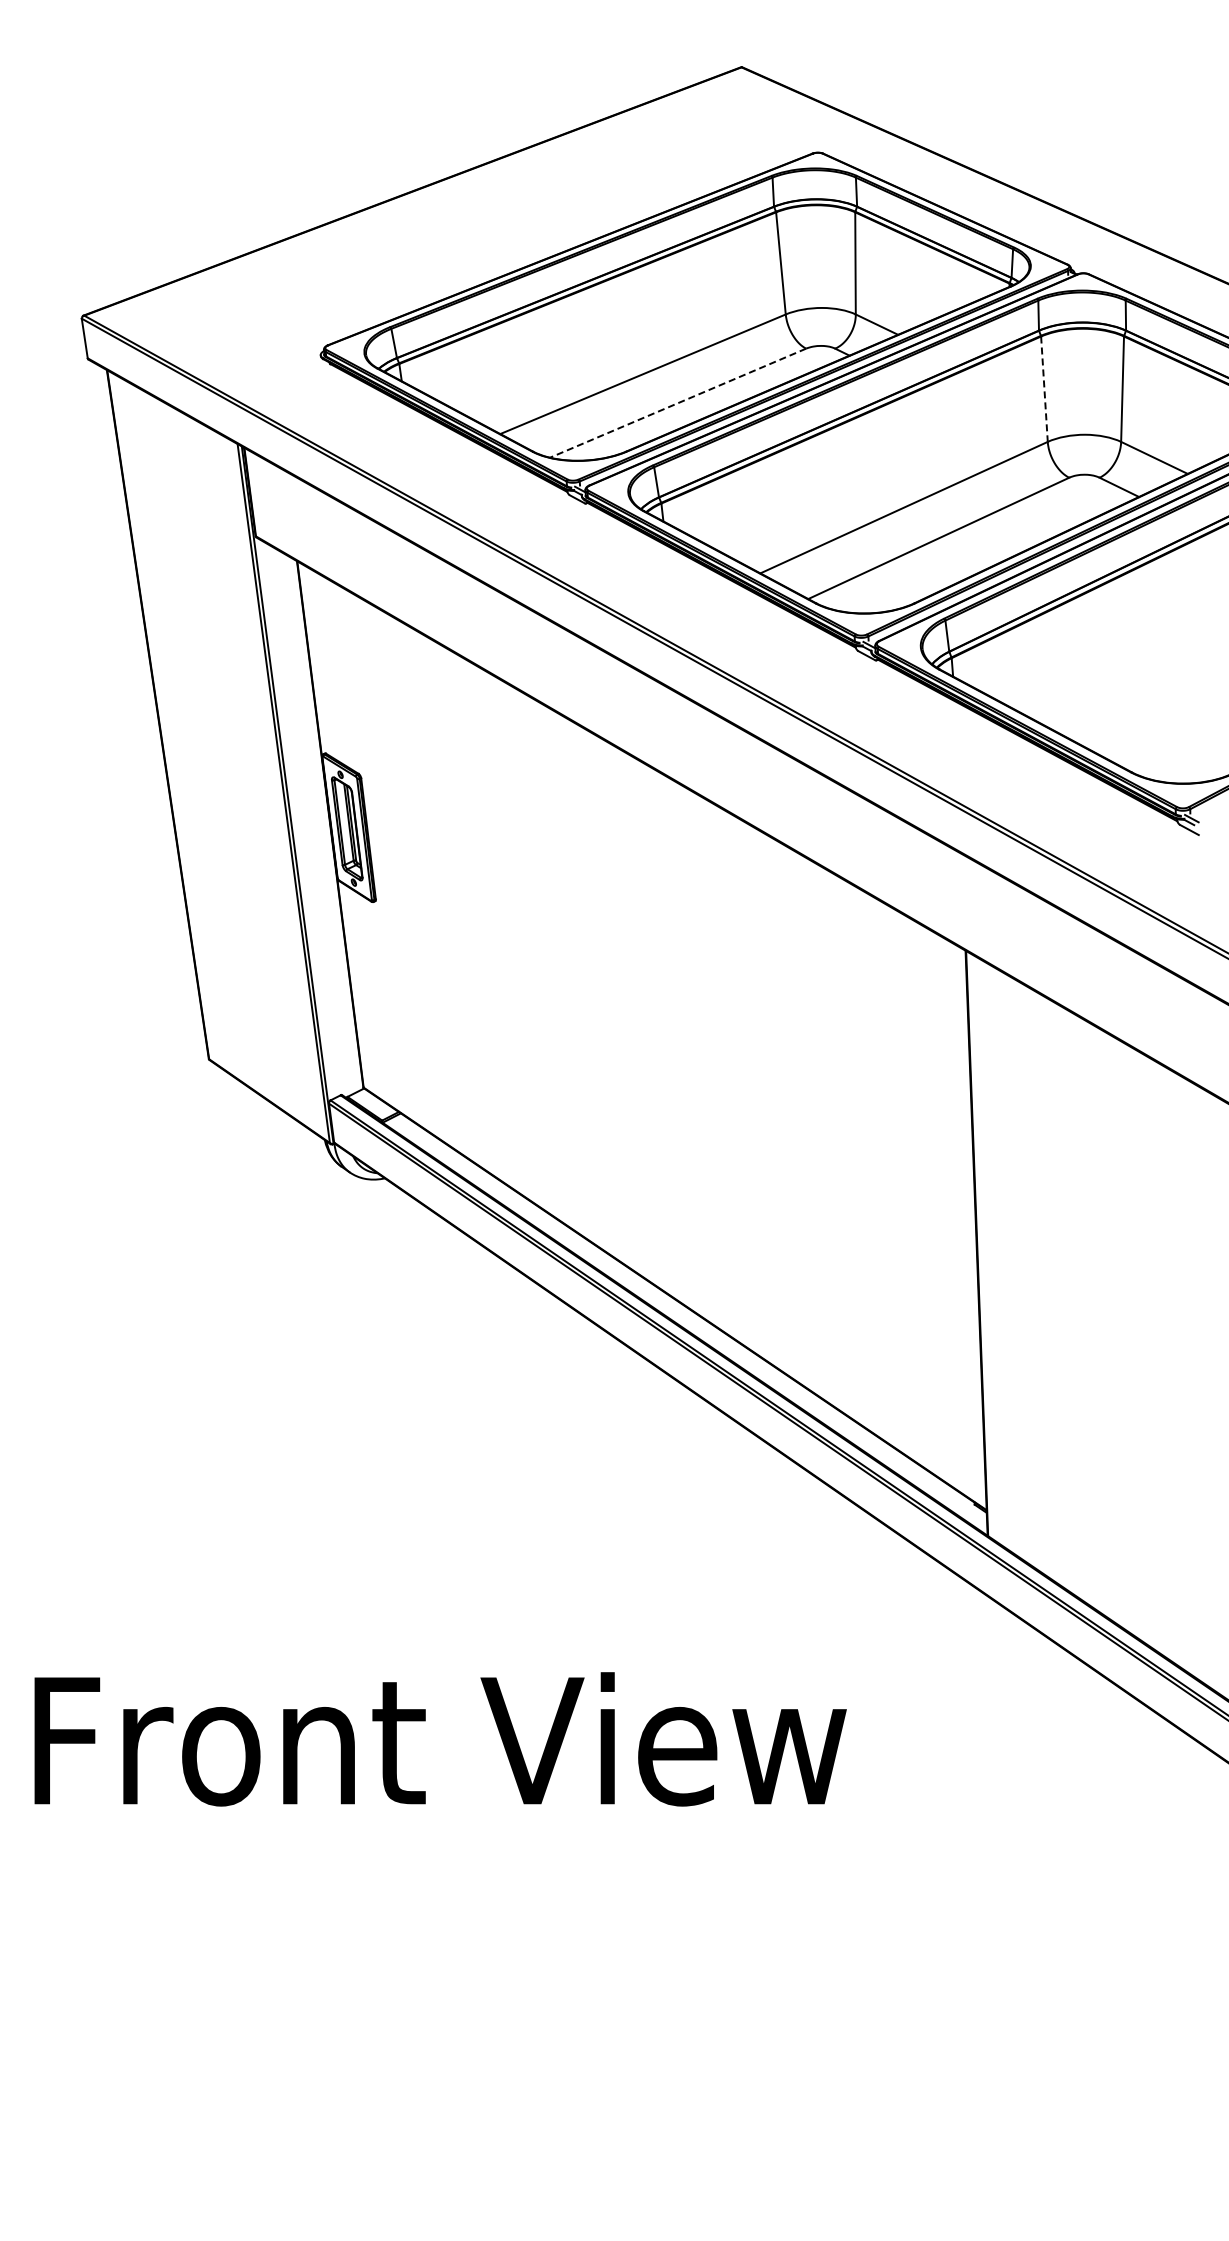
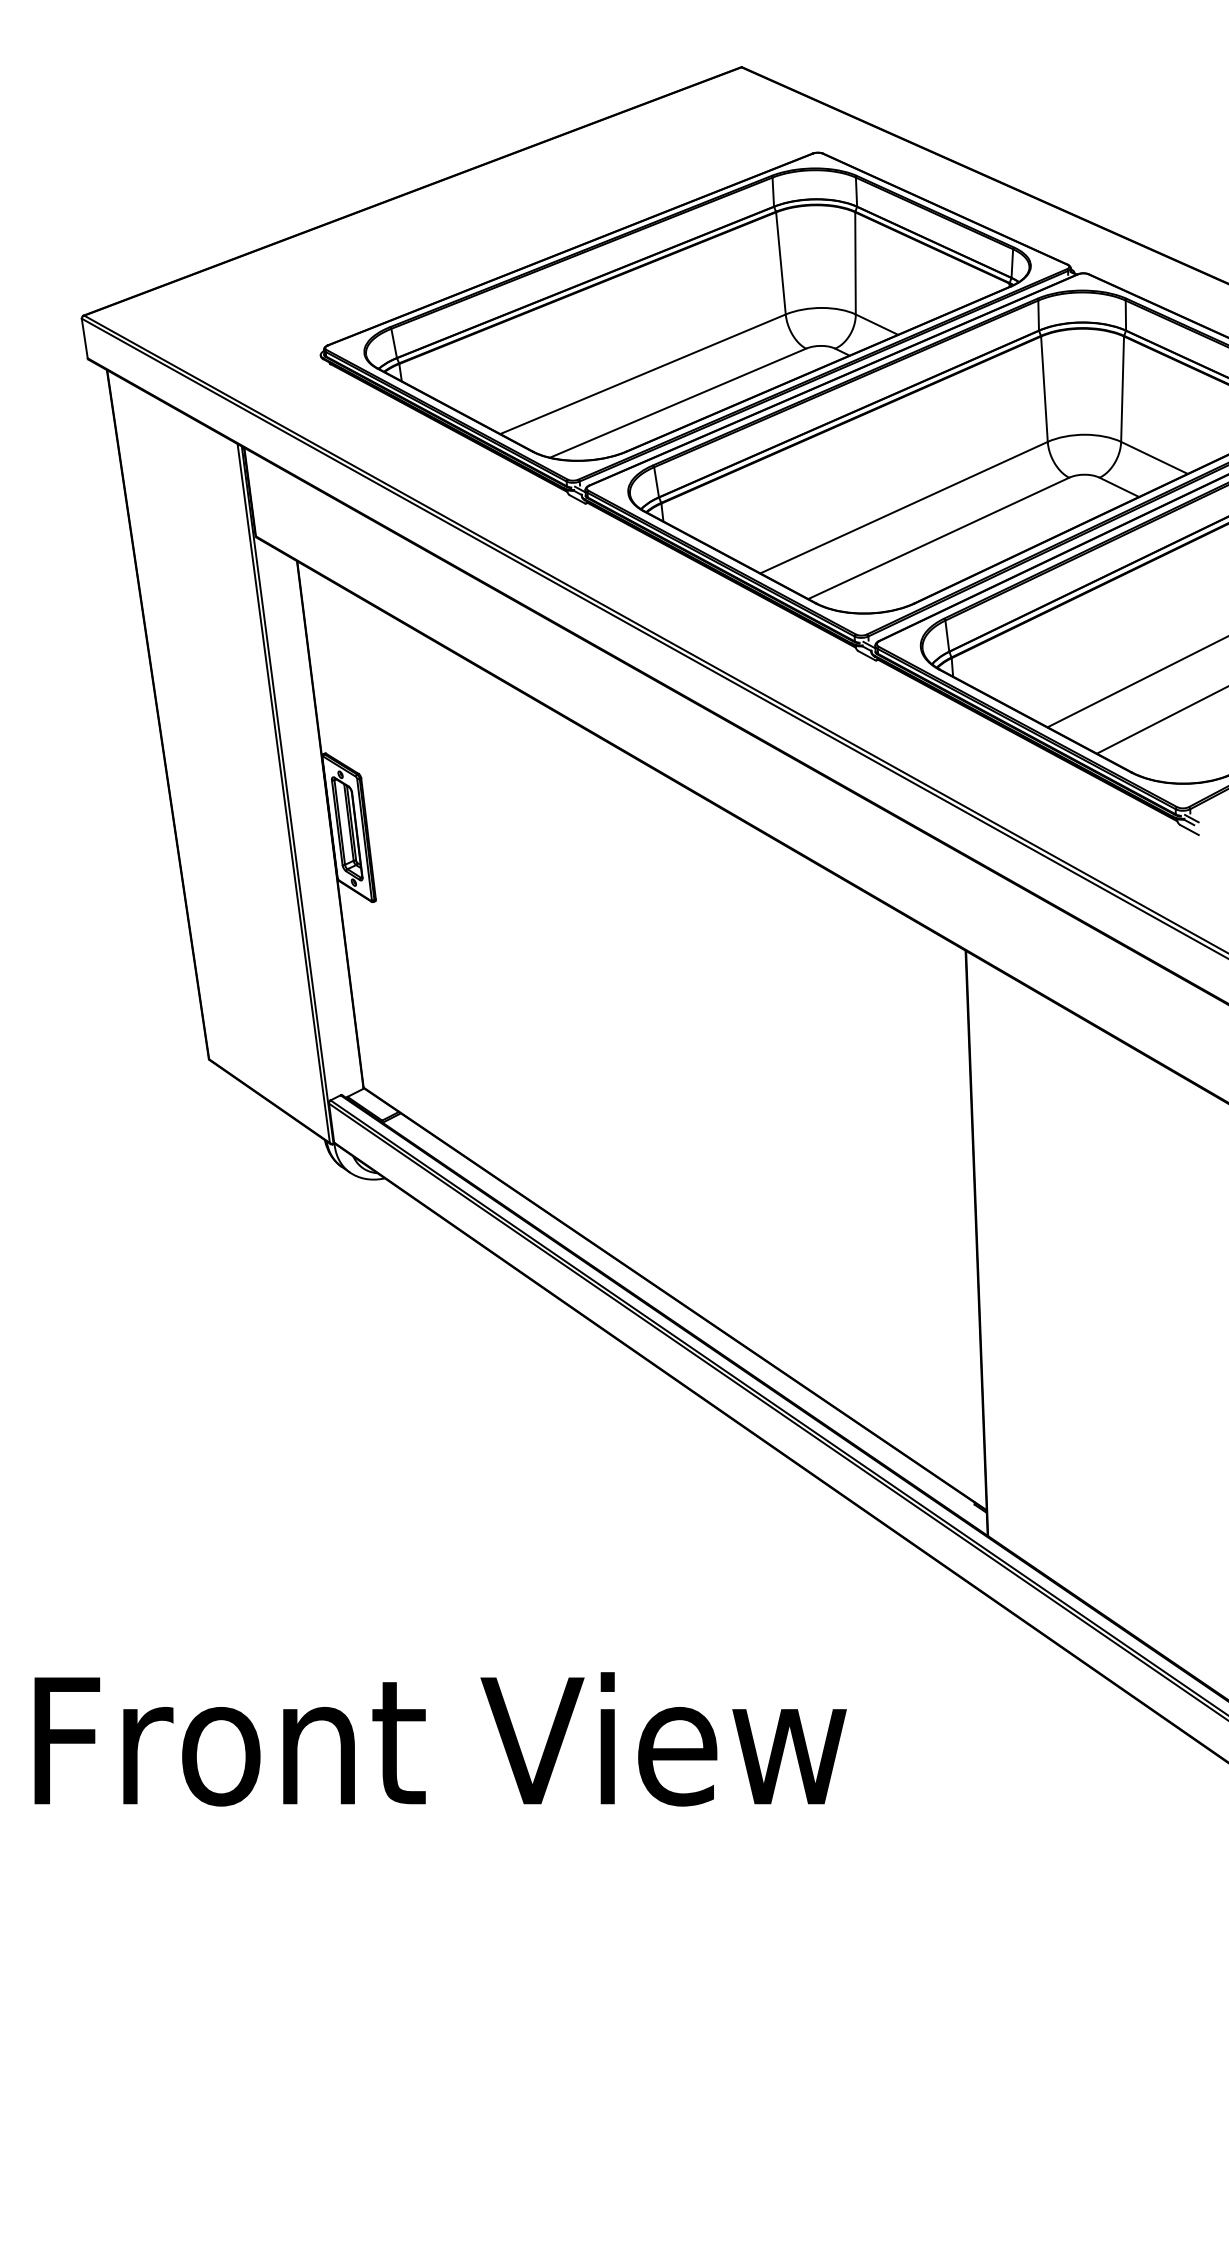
line at (1044, 389): dashed -> solid
line at (677, 403): dashed -> solid
line at (1136, 682): none -> present
line at (1160, 720): none -> present
